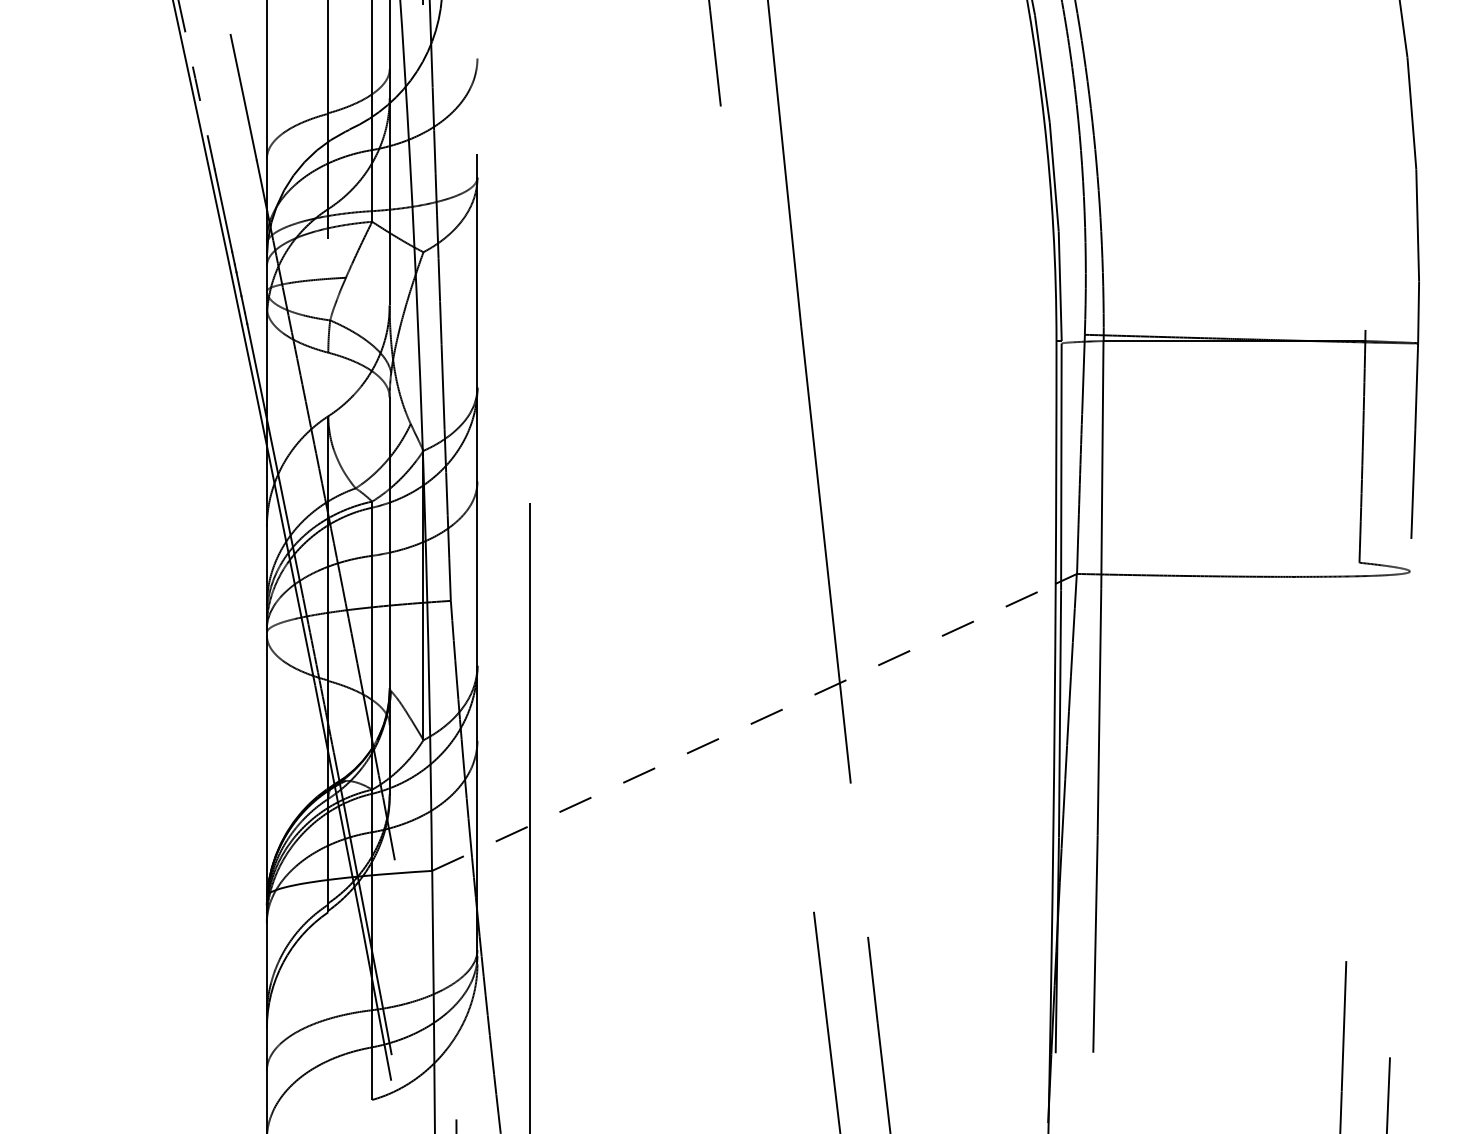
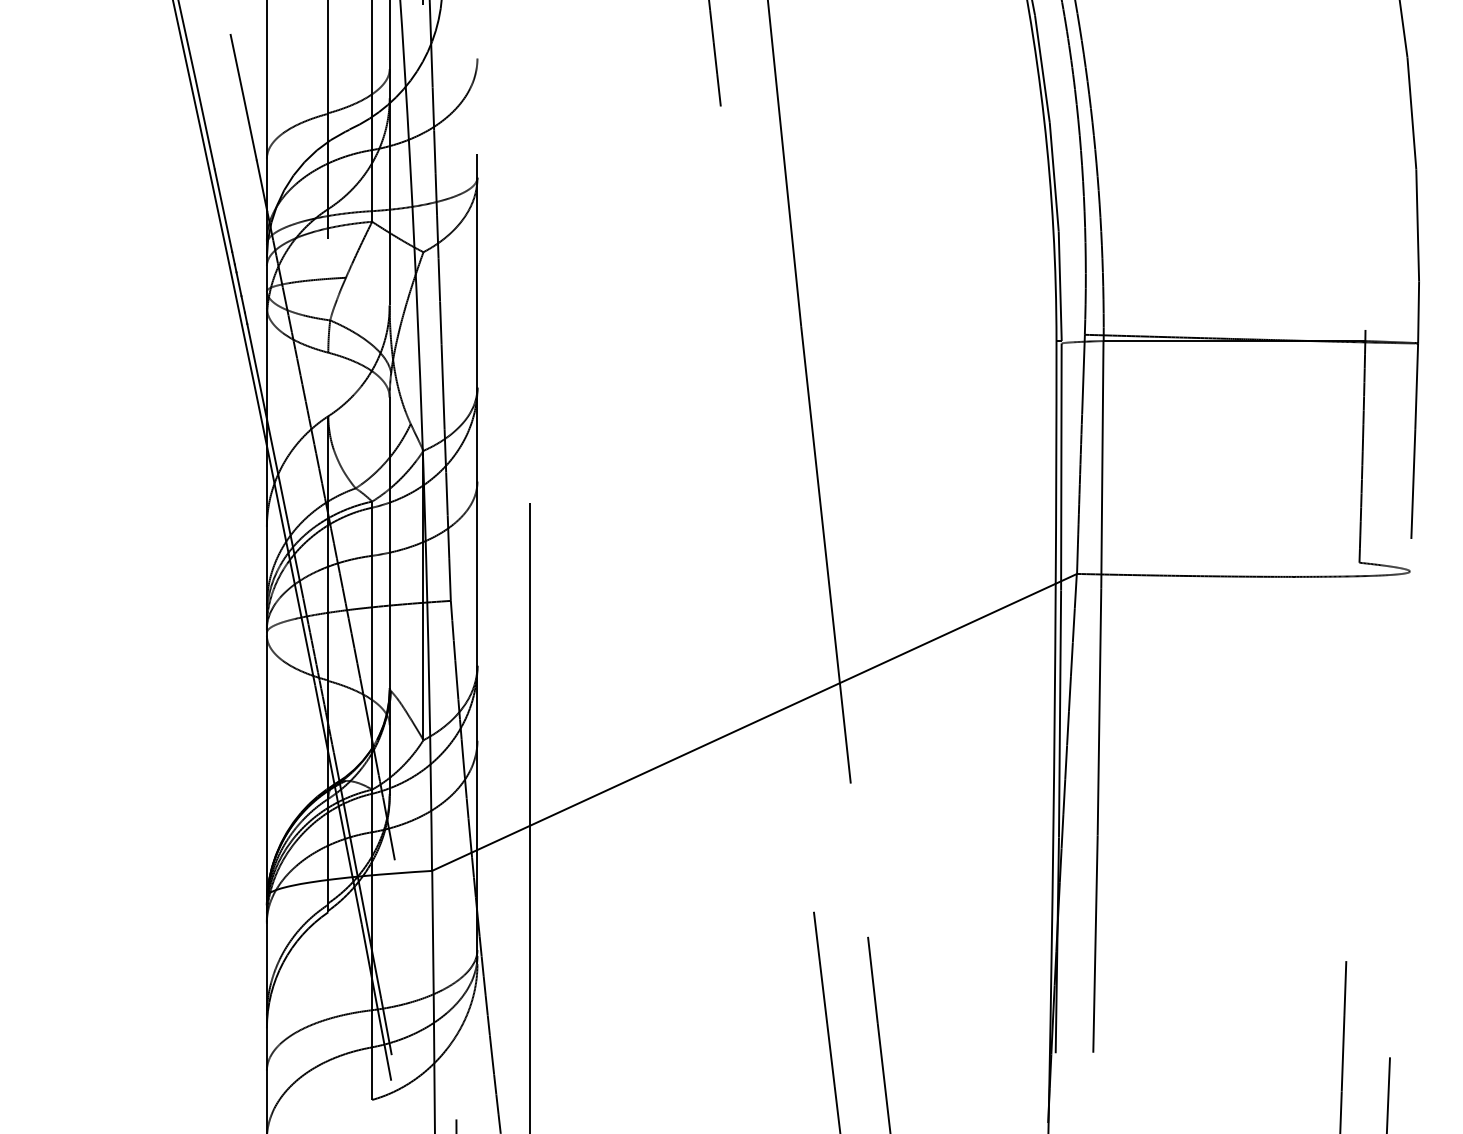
arc at (196, 84): dashed -> solid
line at (743, 727): dashed -> solid
